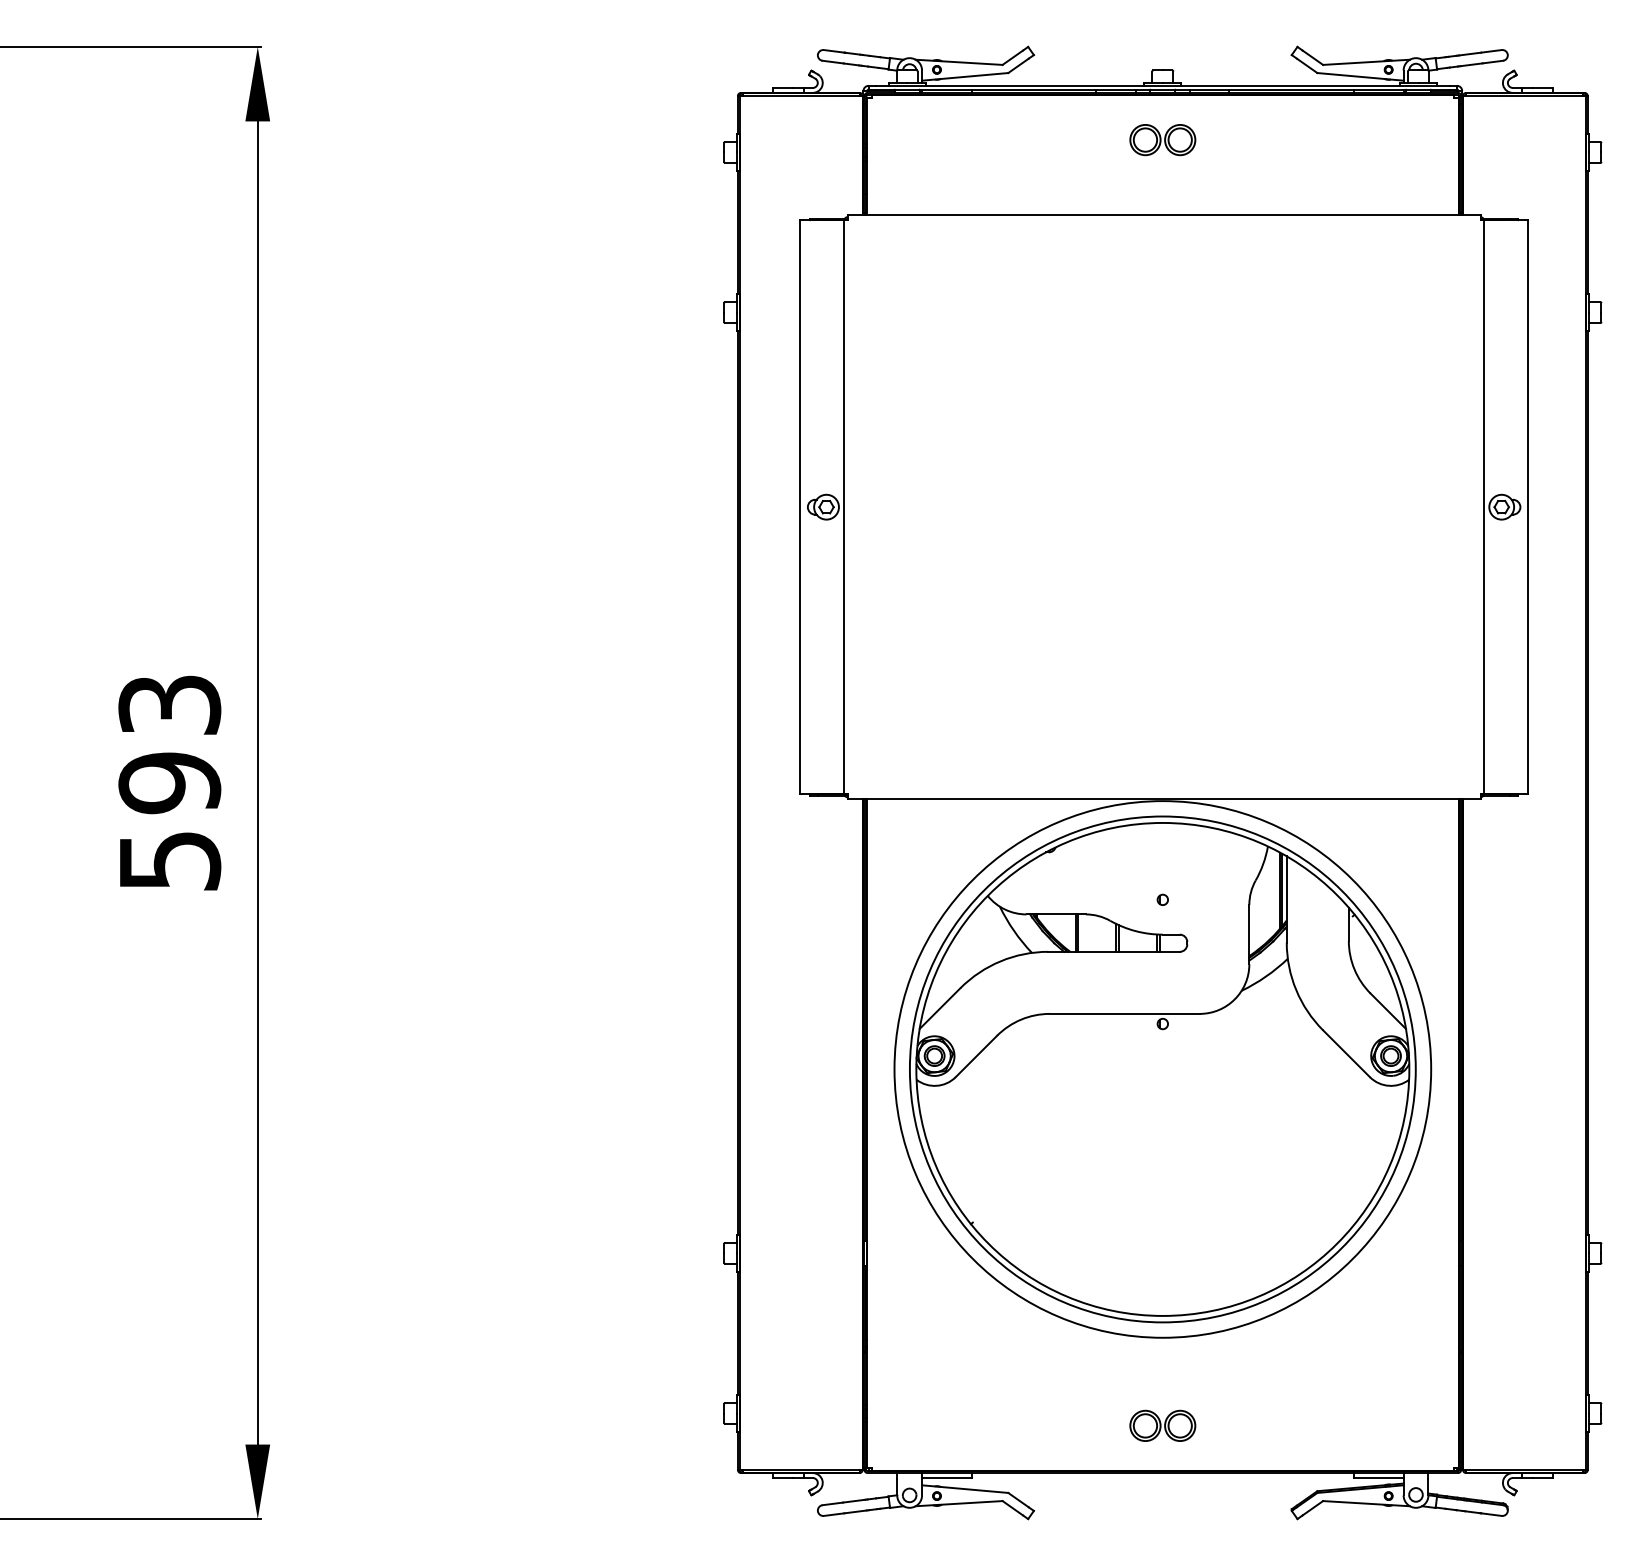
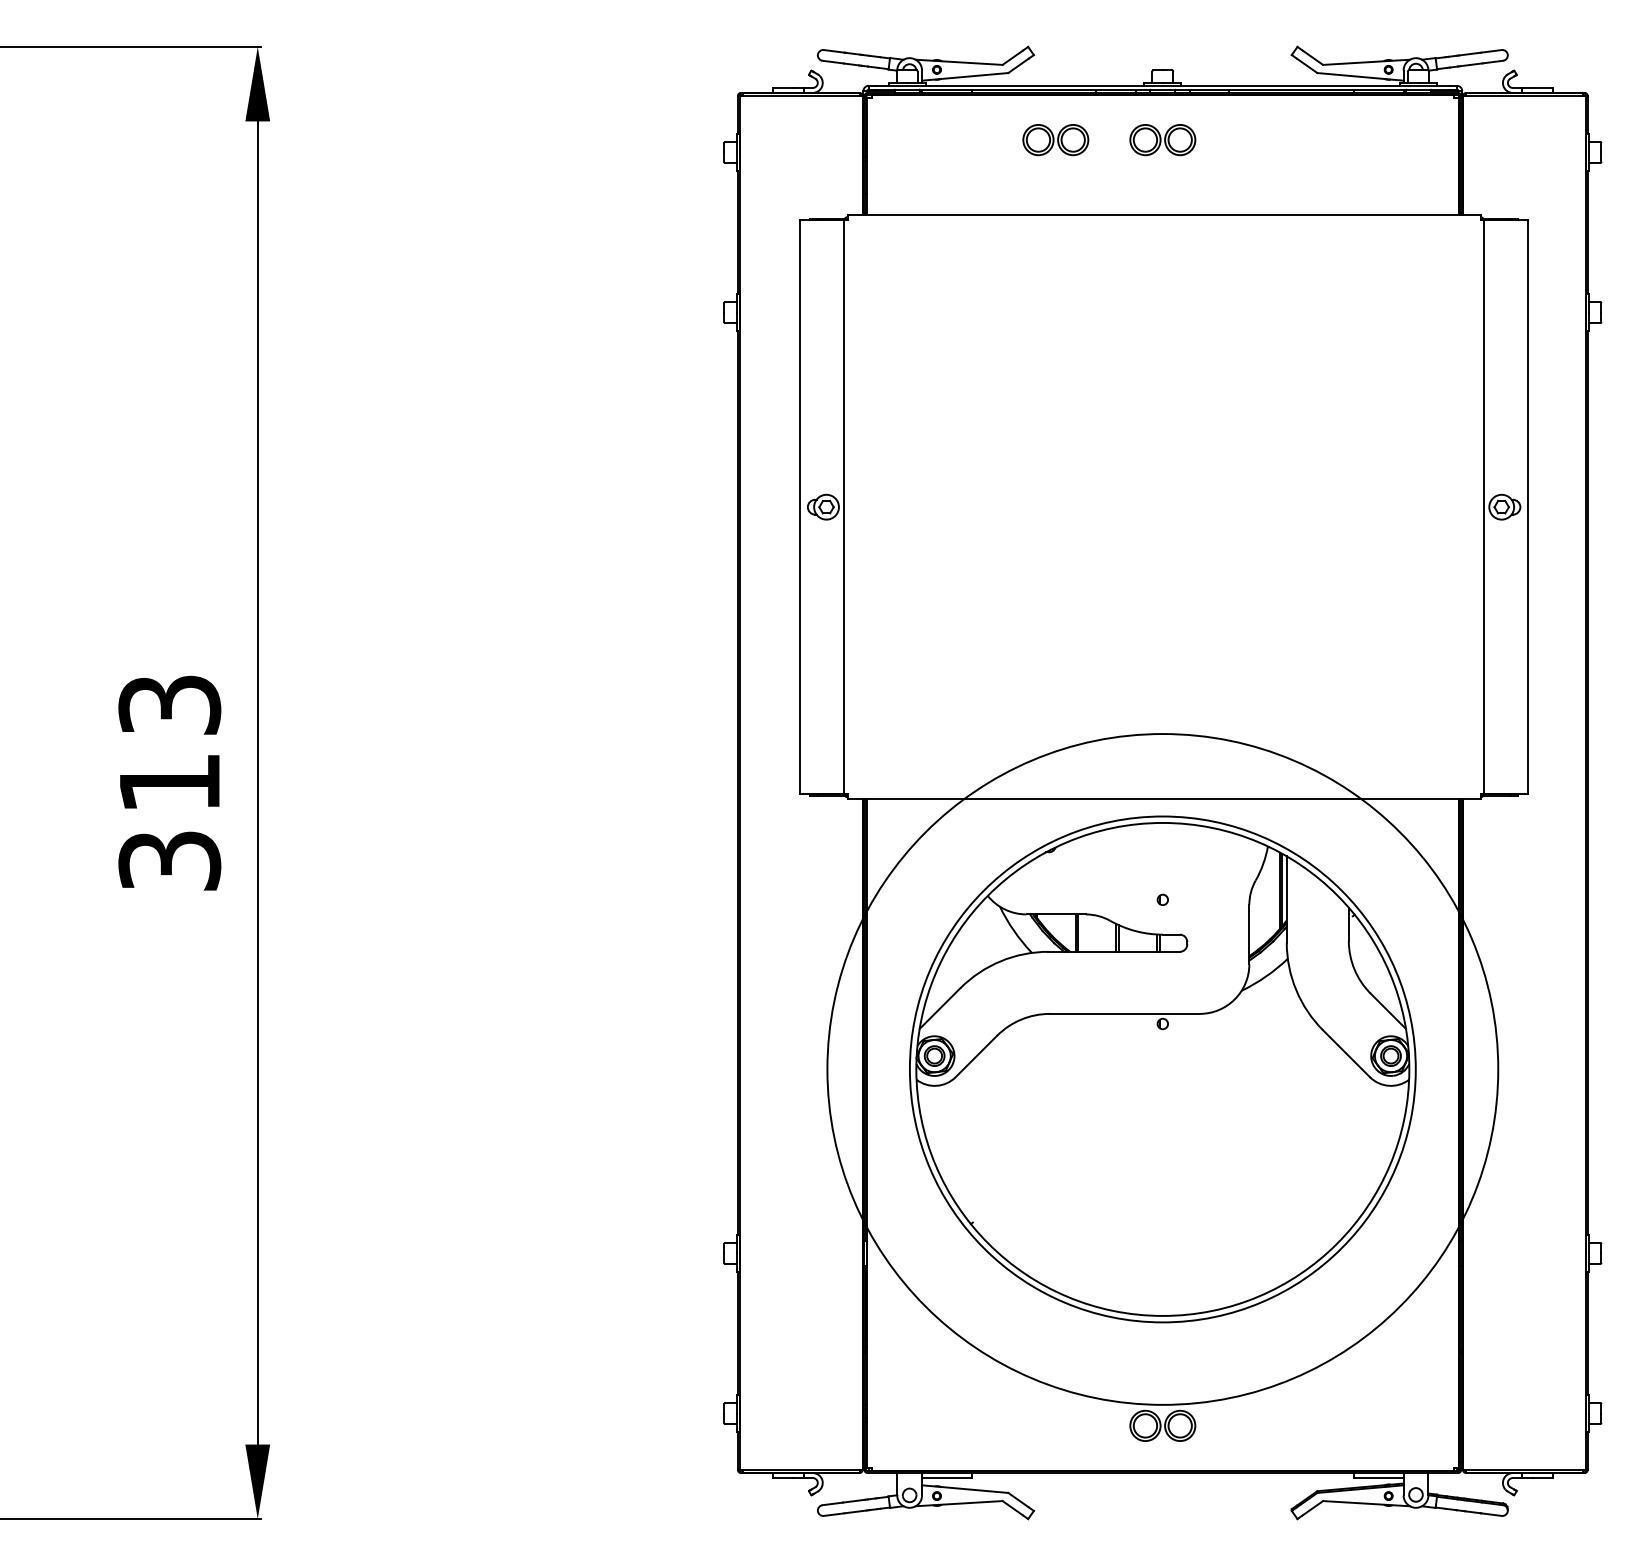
part at (1055, 140): none -> present
text at (169, 821): 593 -> 313
circle at (1162, 1069) diameter: 537 px -> 671 px
